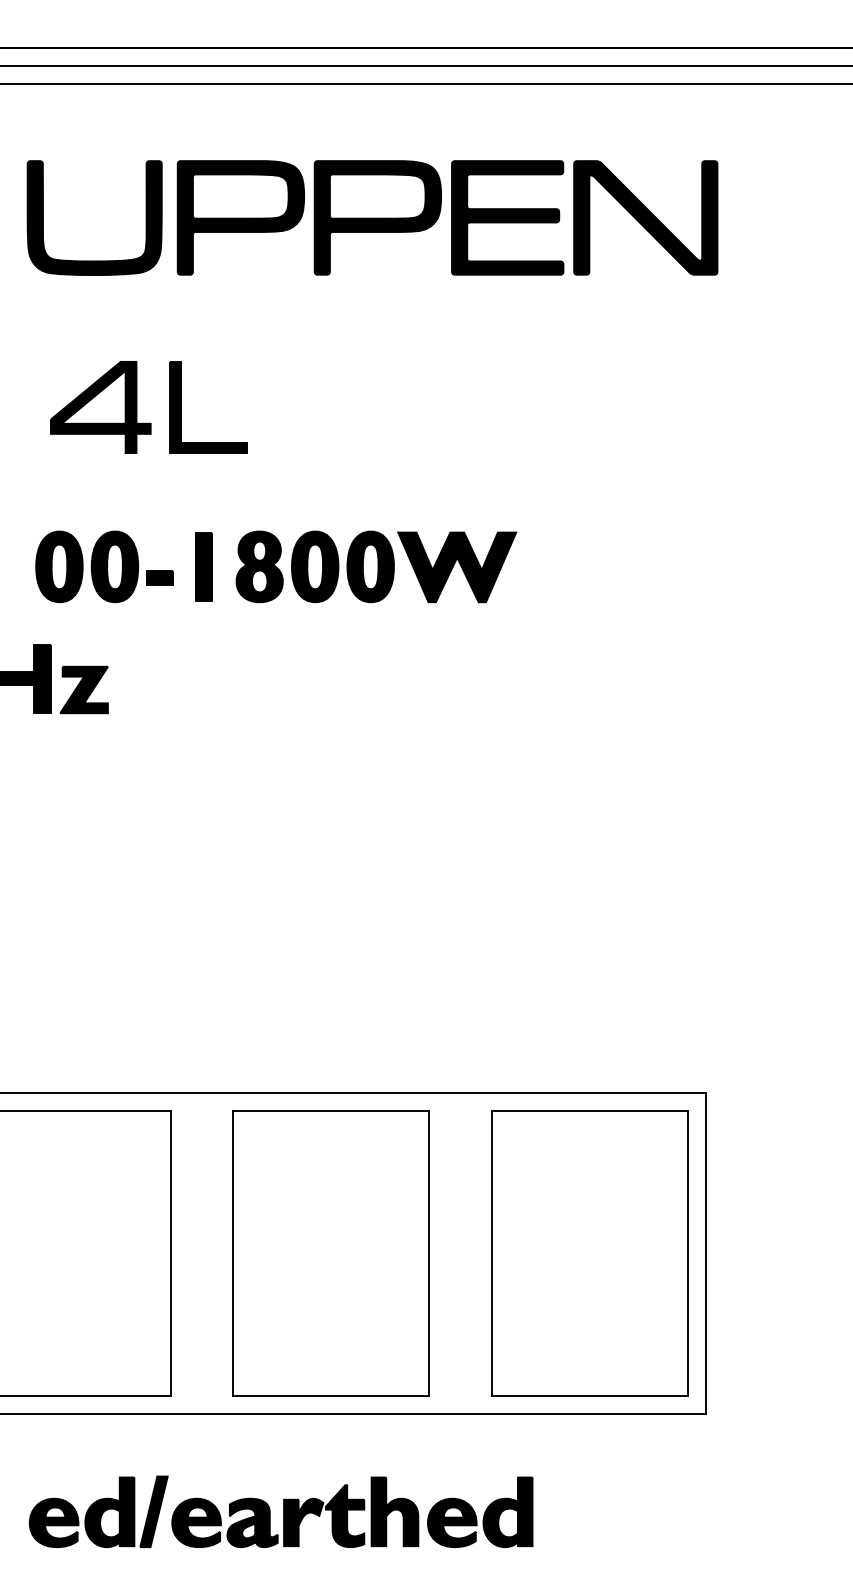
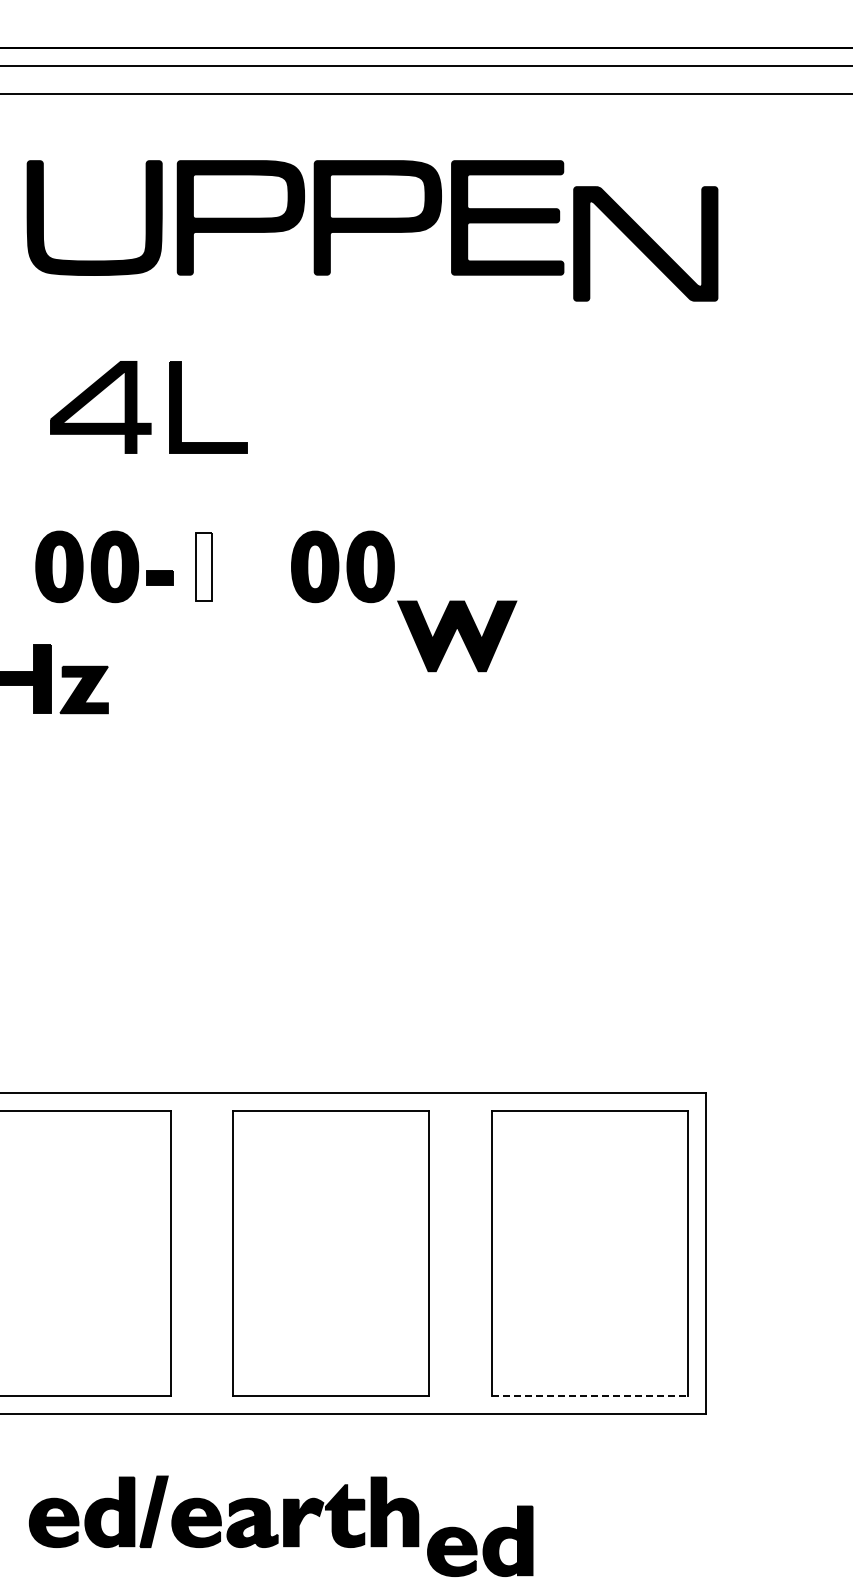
line at (425, 83) position: (425, 83) -> (425, 93)
part at (645, 217) position: (645, 217) -> (645, 243)
fill at (203, 566): present -> none
part at (259, 566): present -> none
part at (457, 567) position: (457, 567) -> (457, 636)
line at (590, 1396): solid -> dashed
part at (480, 1511) position: (480, 1511) -> (480, 1540)
